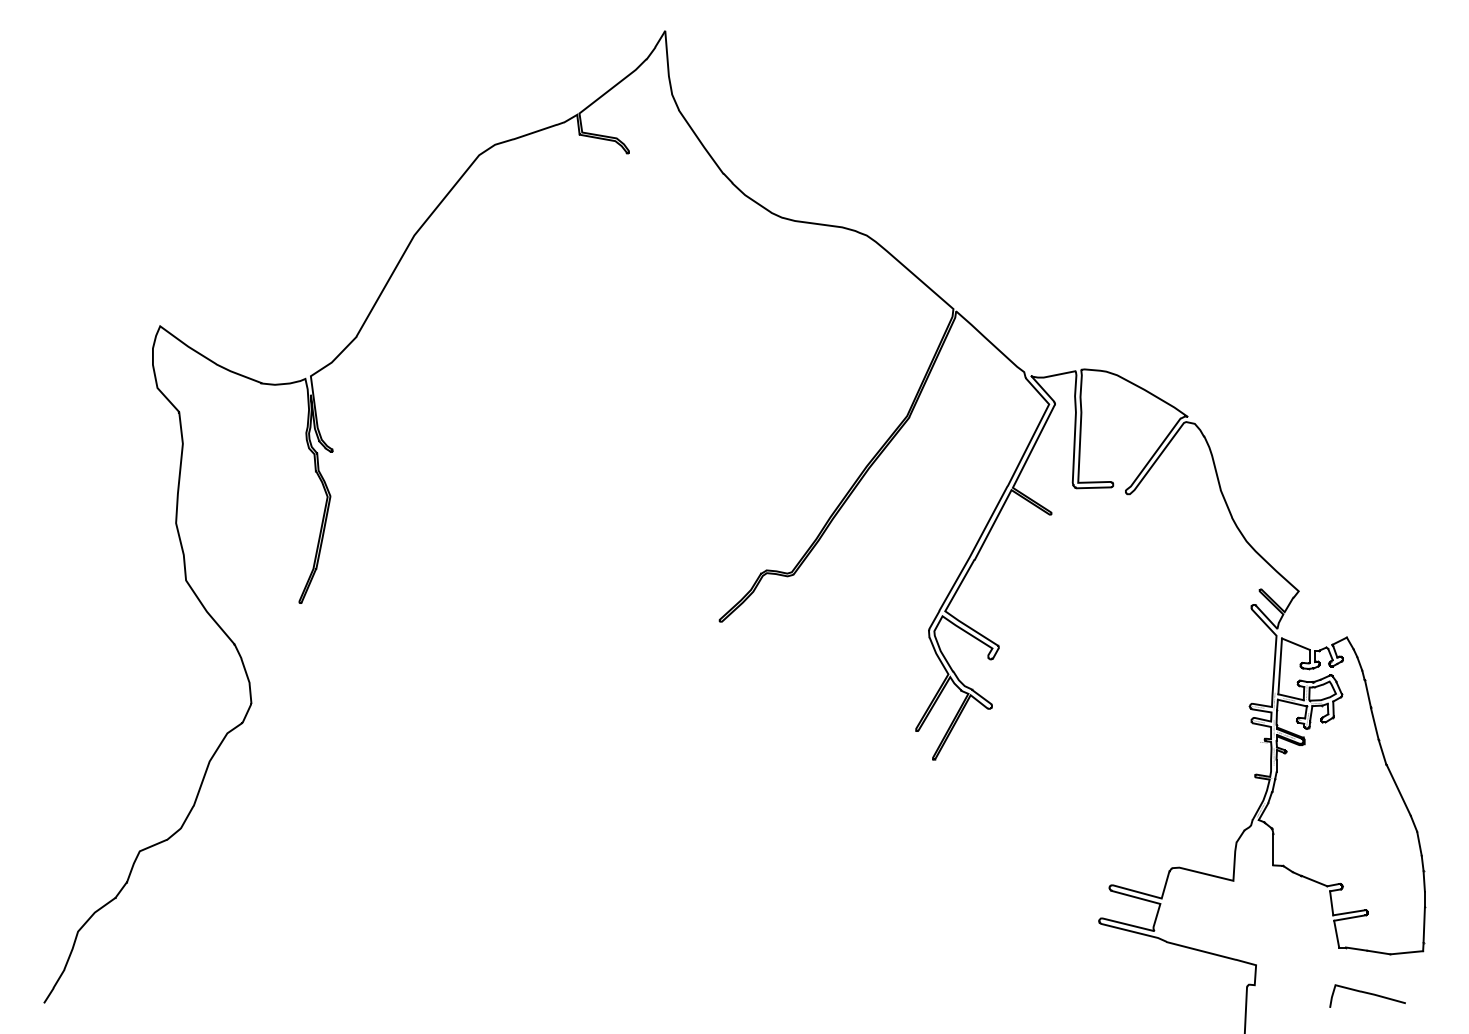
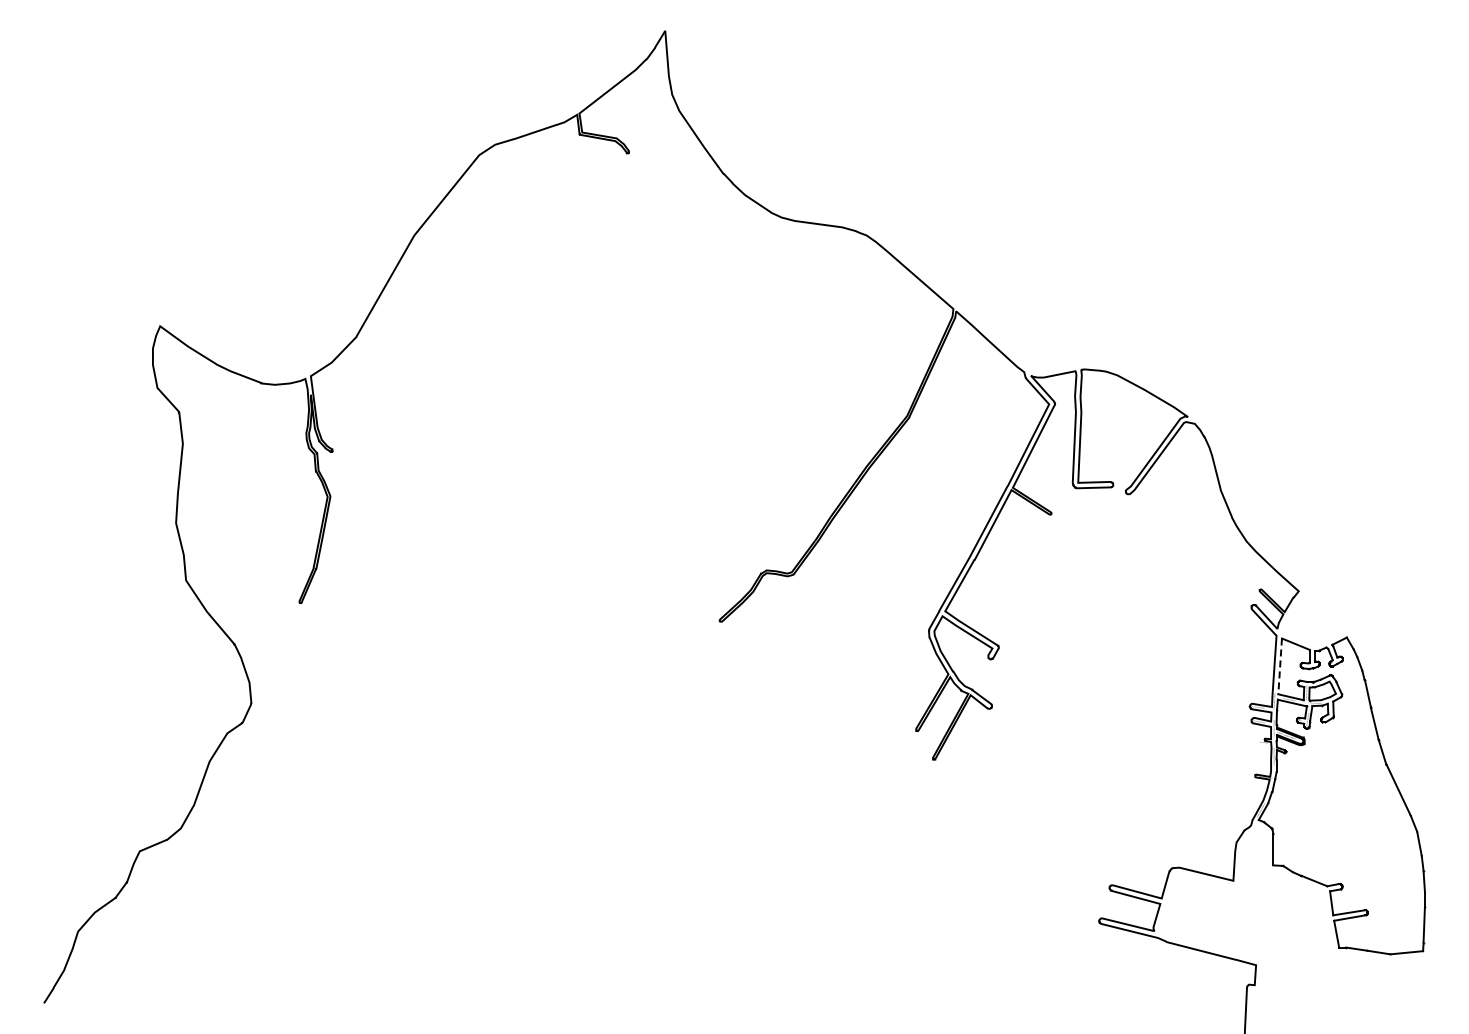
line at (1280, 666): solid -> dashed
curve at (1368, 994): present -> none
